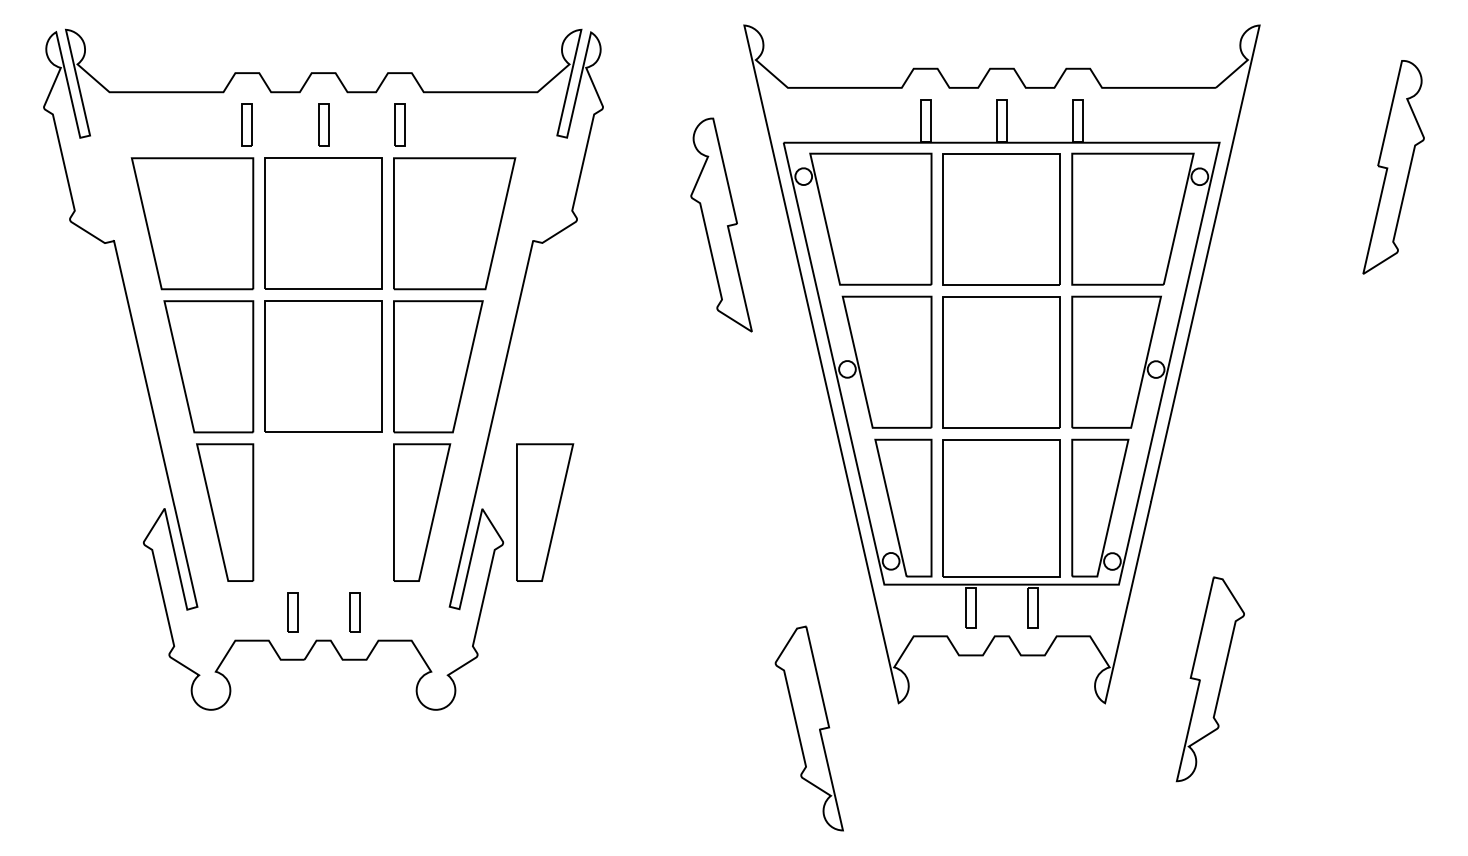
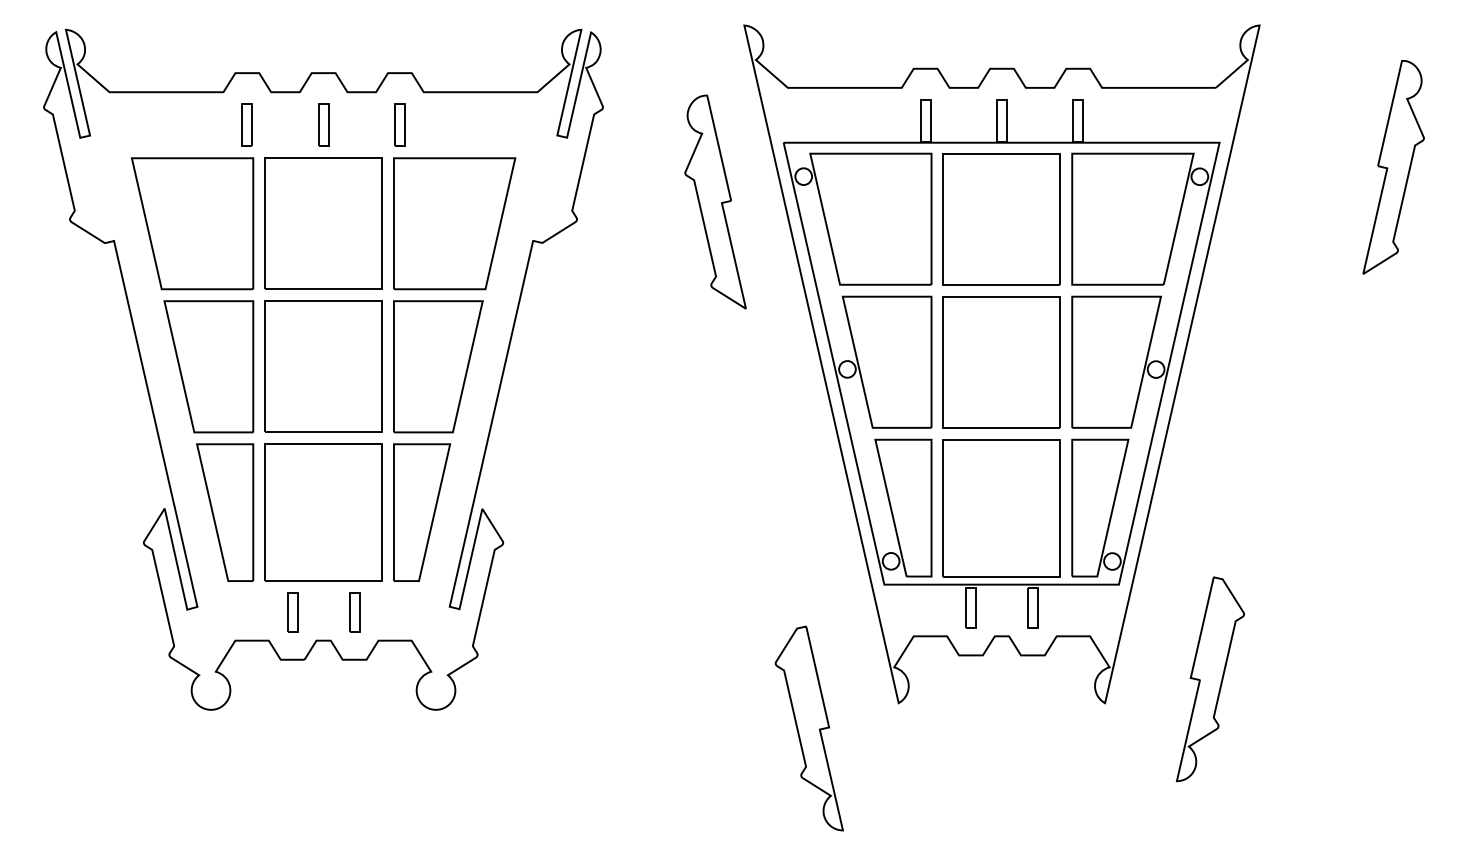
part at (721, 224) position: (721, 224) -> (715, 201)
part at (323, 512): none -> present
part at (545, 512): present -> none
